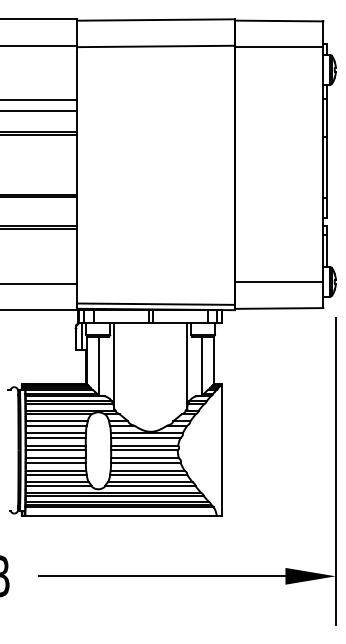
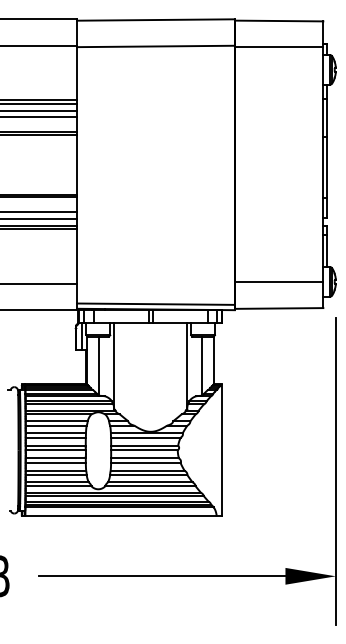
line at (39, 103): none -> present
line at (39, 117): none -> present
line at (39, 212): none -> present
line at (39, 218): none -> present
